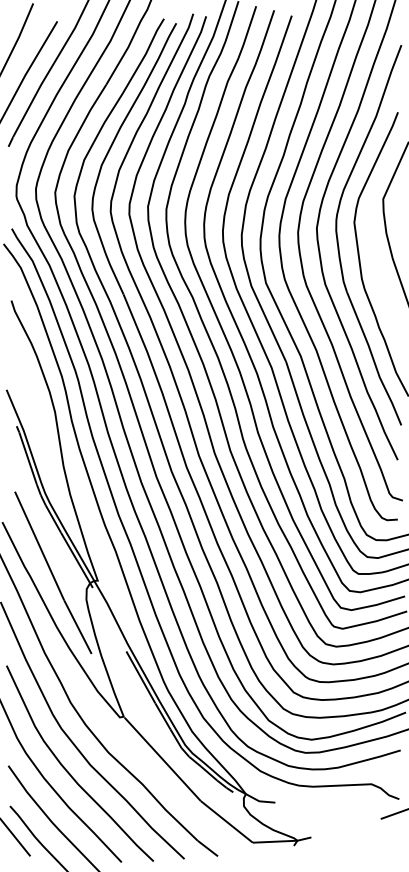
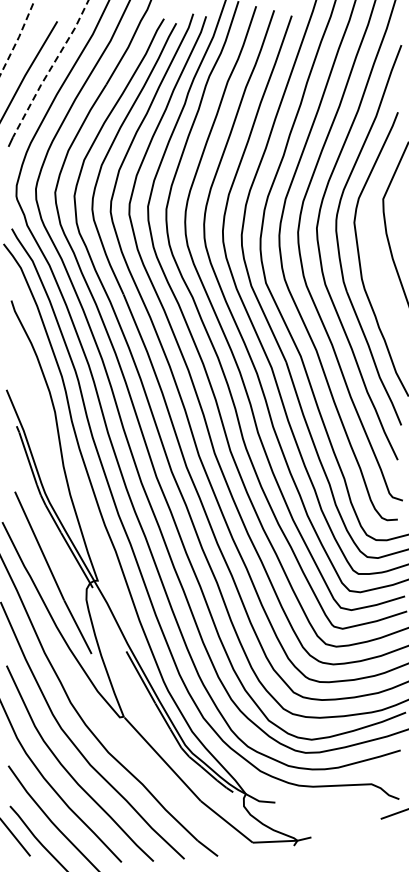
line at (17, 39): solid -> dashed
line at (50, 68): solid -> dashed
